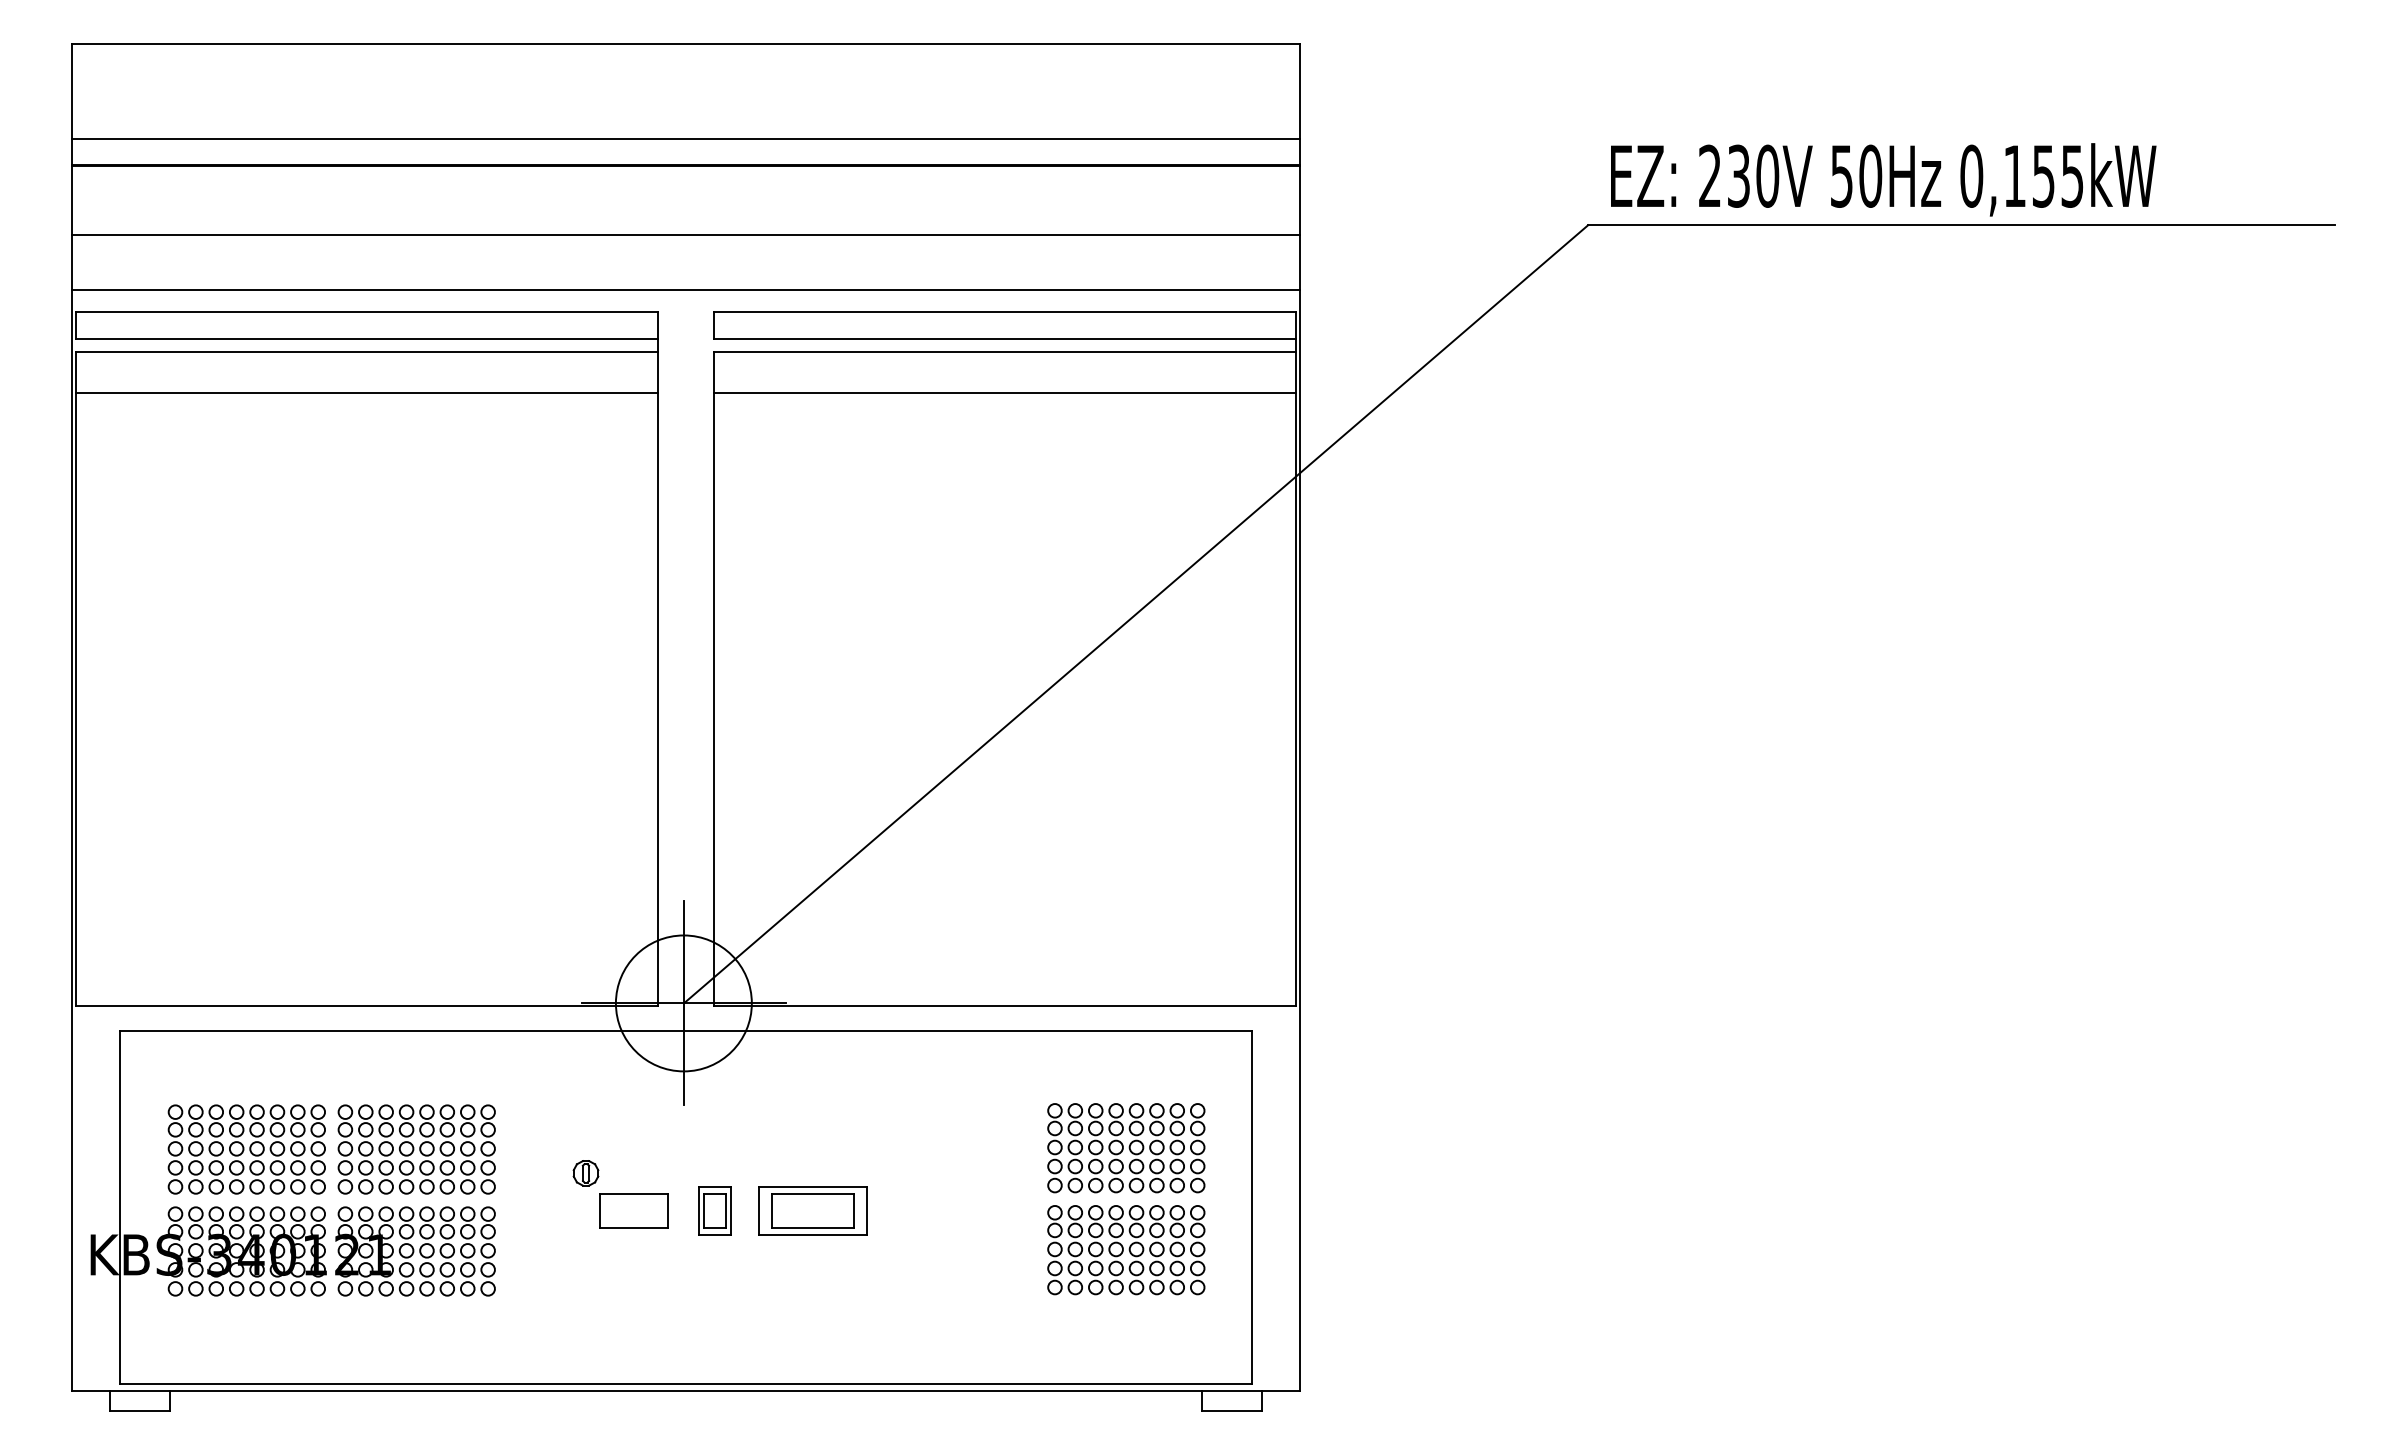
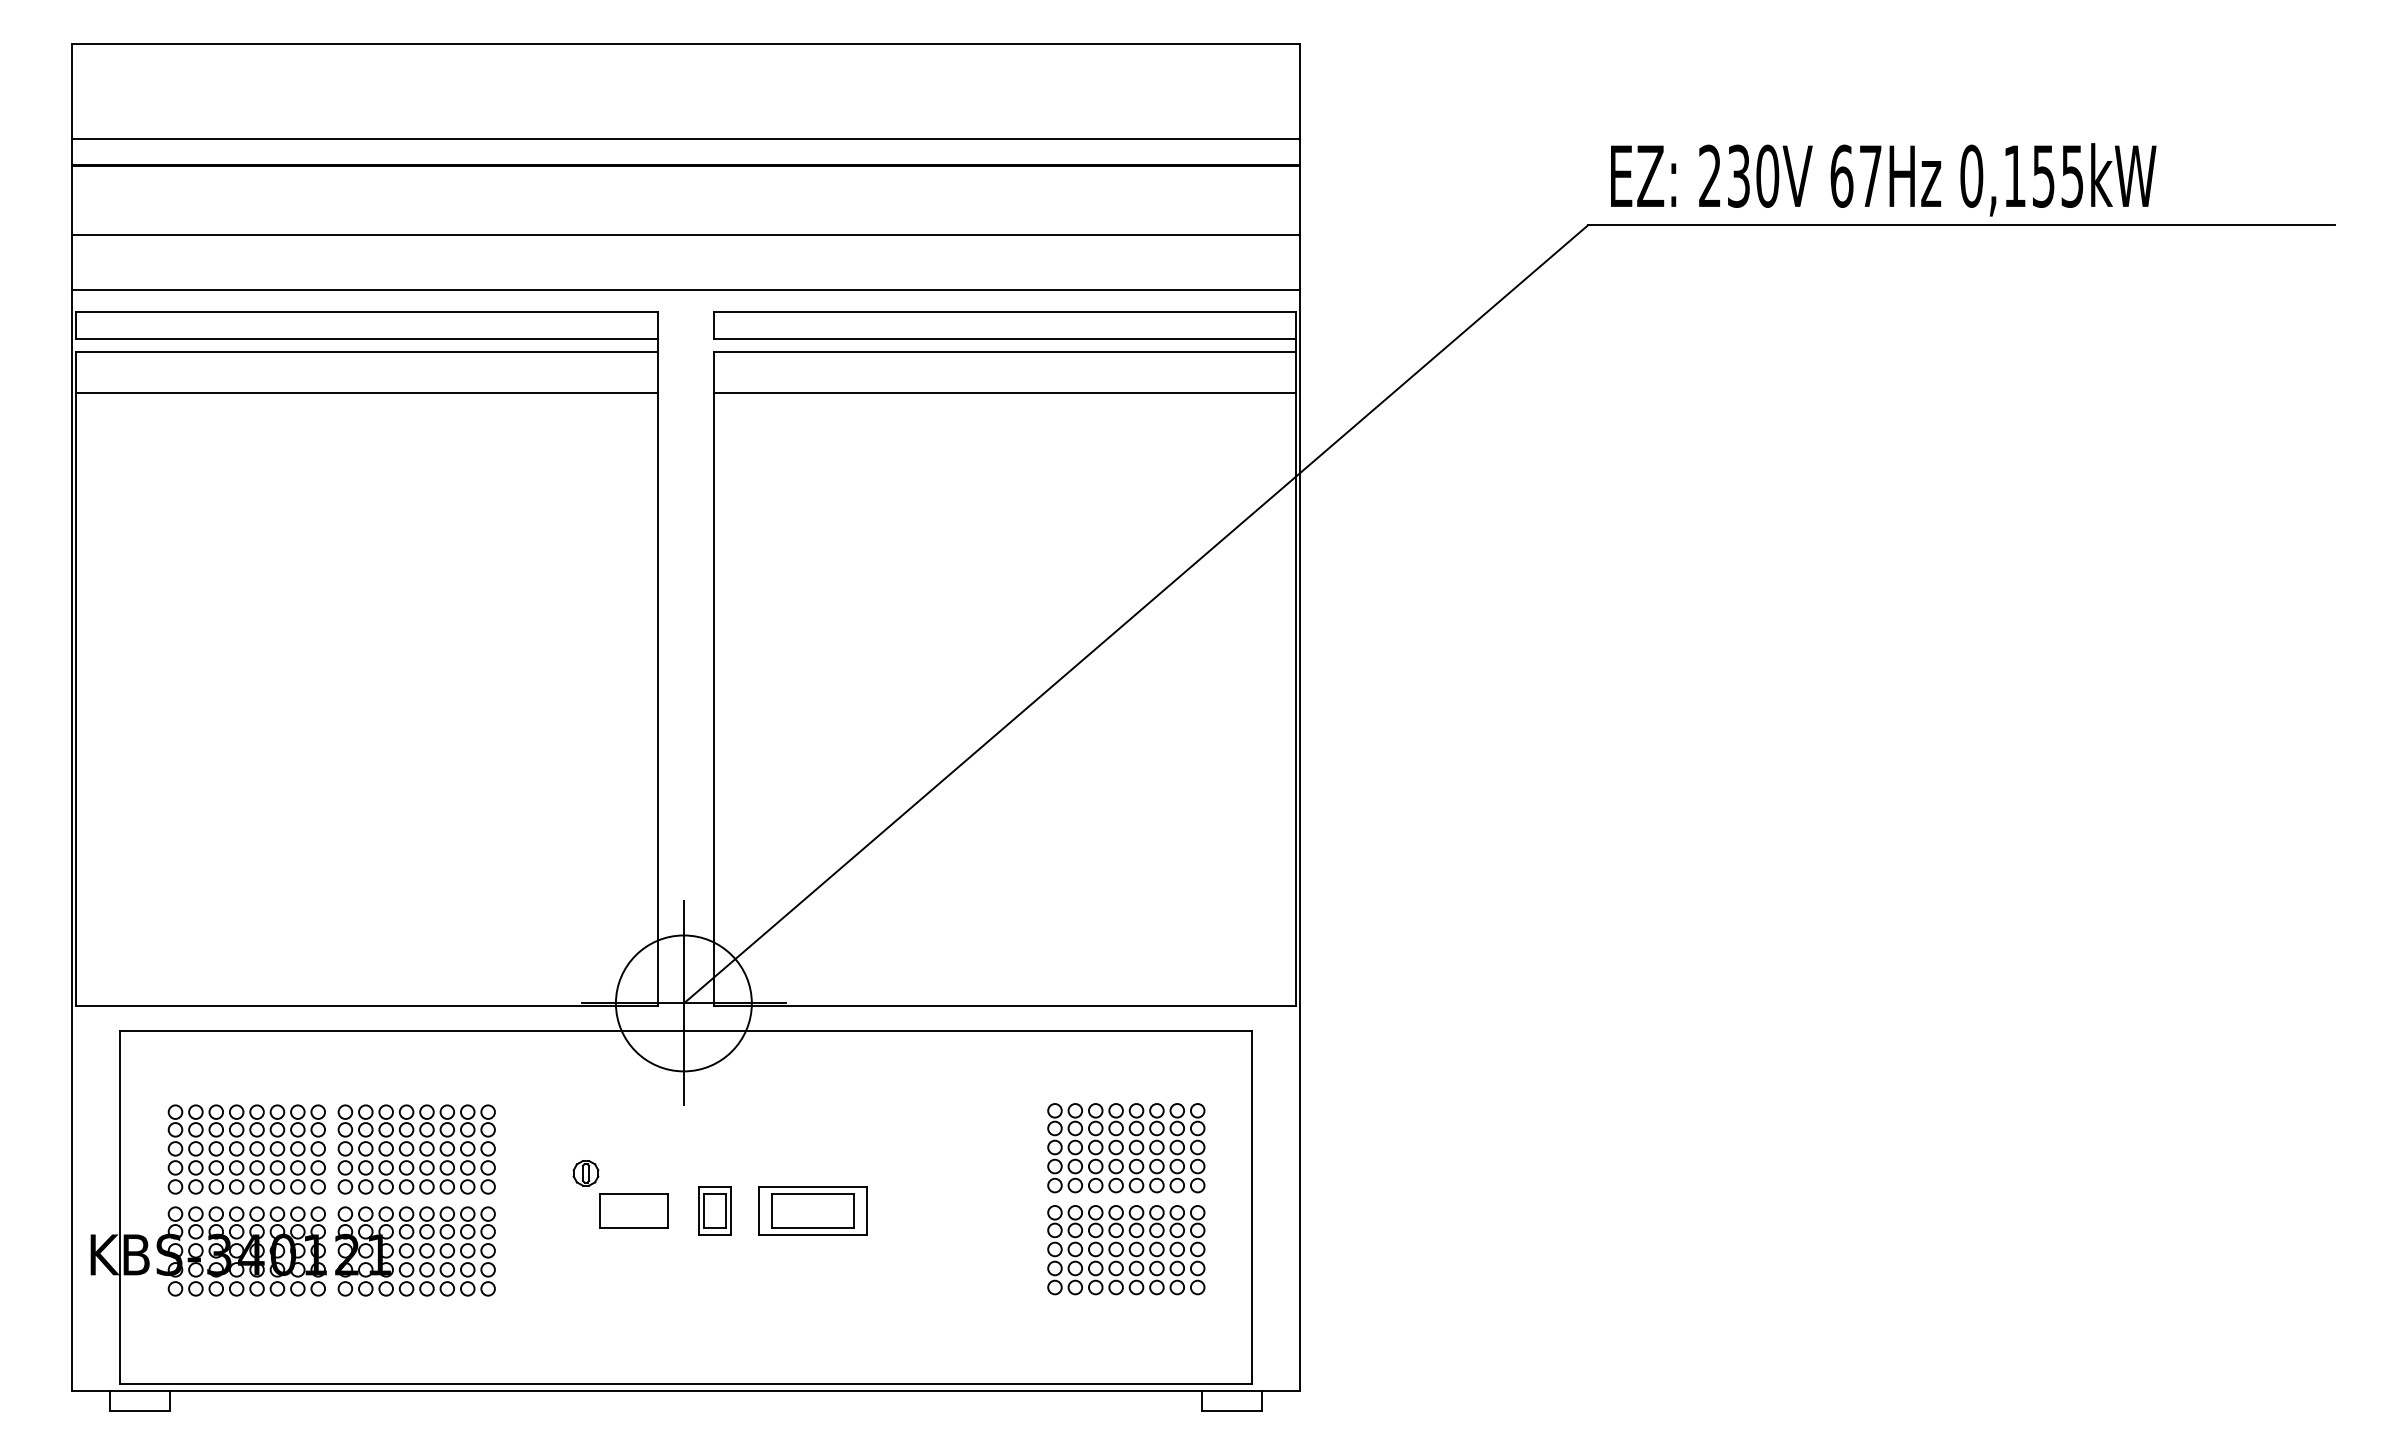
text at (1856, 175): 50Hz -> 67Hz
